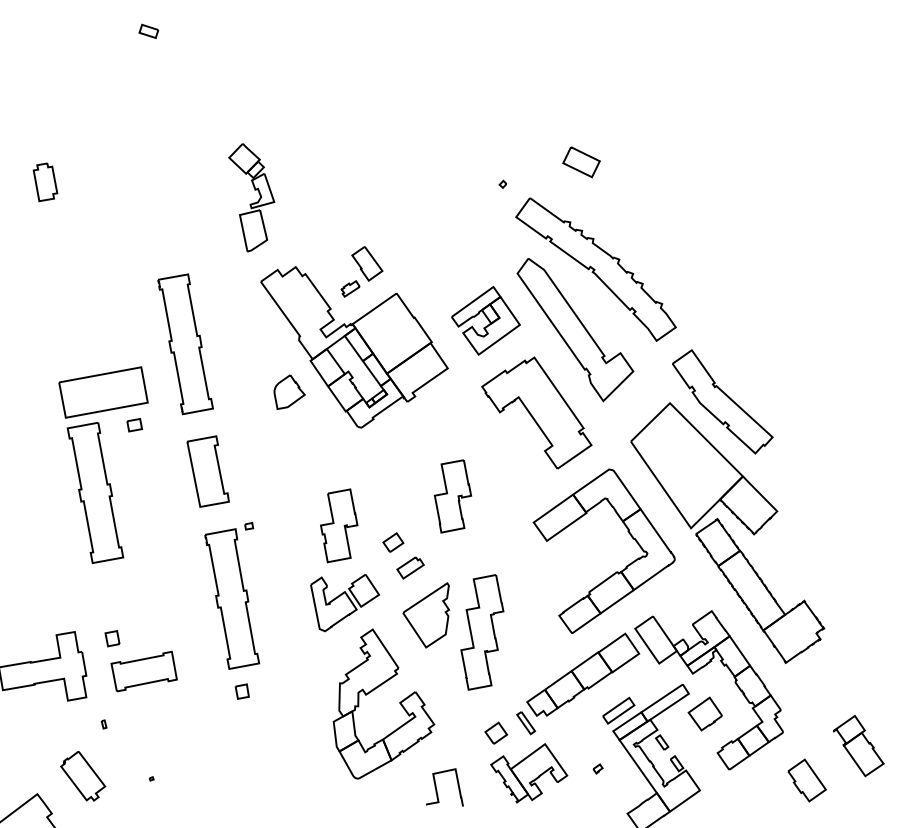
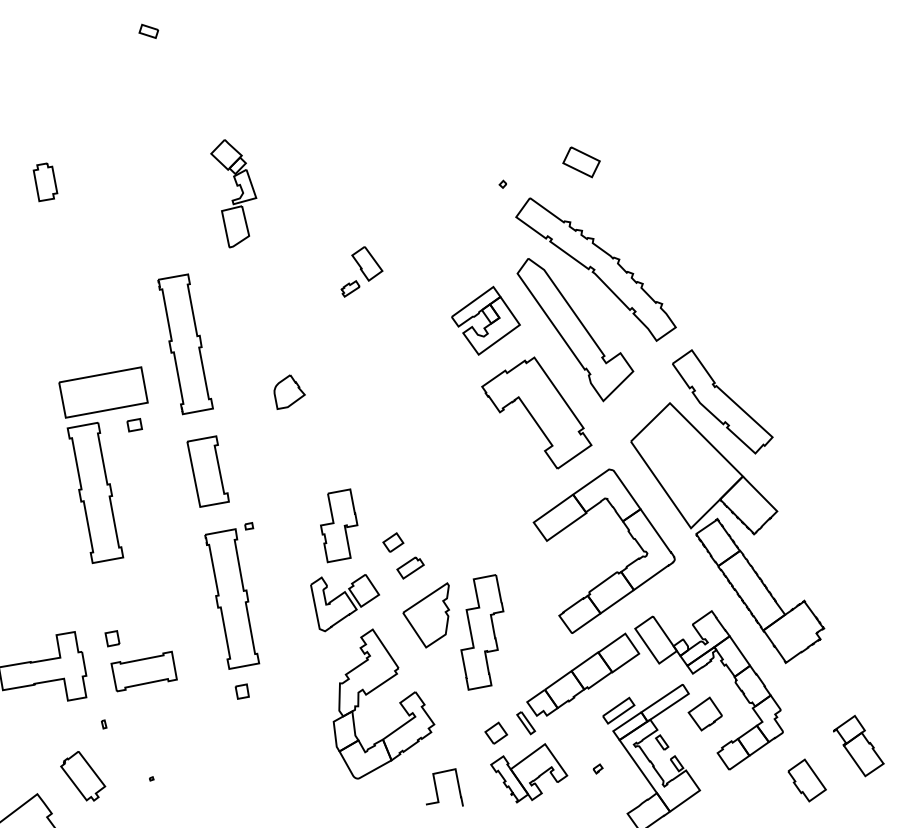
part at (251, 197) position: (251, 197) -> (233, 193)
part at (354, 347): present -> none
part at (452, 496): present -> none
